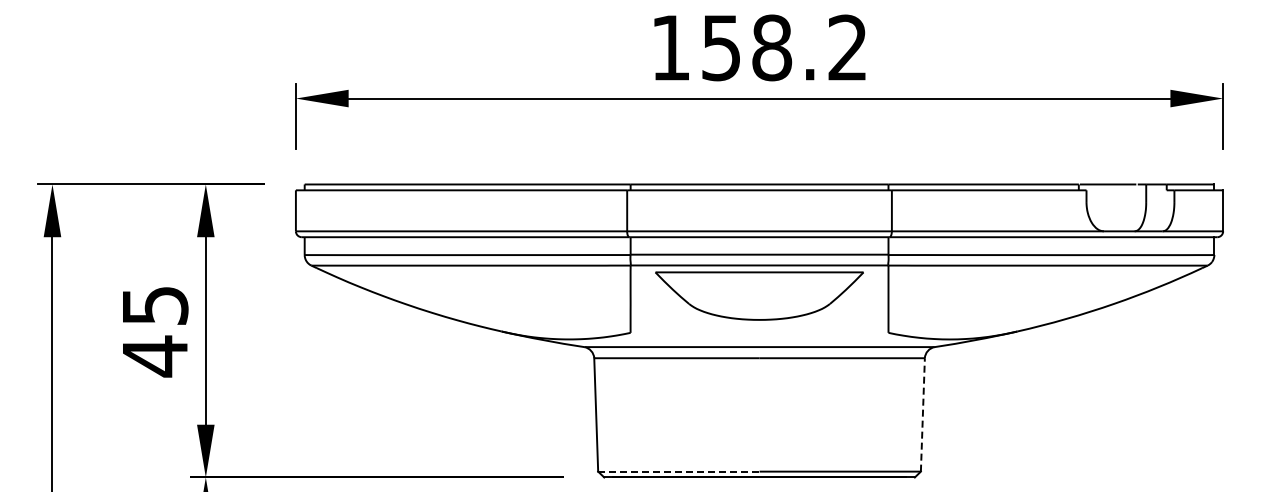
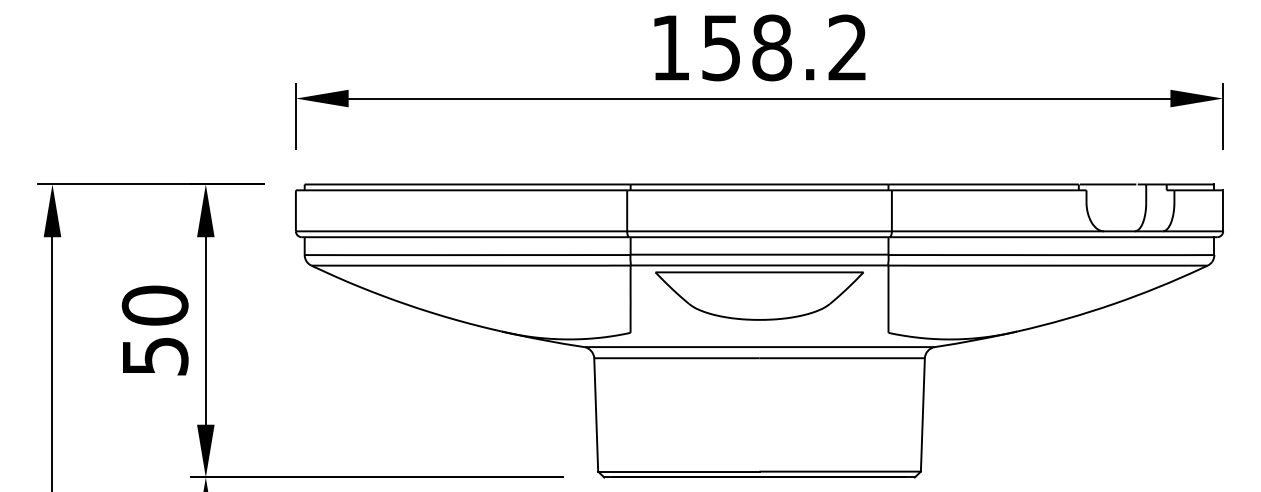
text at (154, 331): 45 -> 50
line at (922, 414): dashed -> solid
line at (678, 471): dashed -> solid
